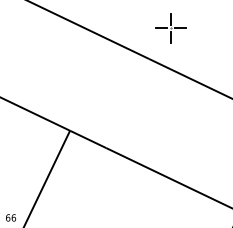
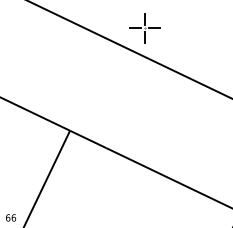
part at (170, 28) position: (170, 28) -> (144, 28)
